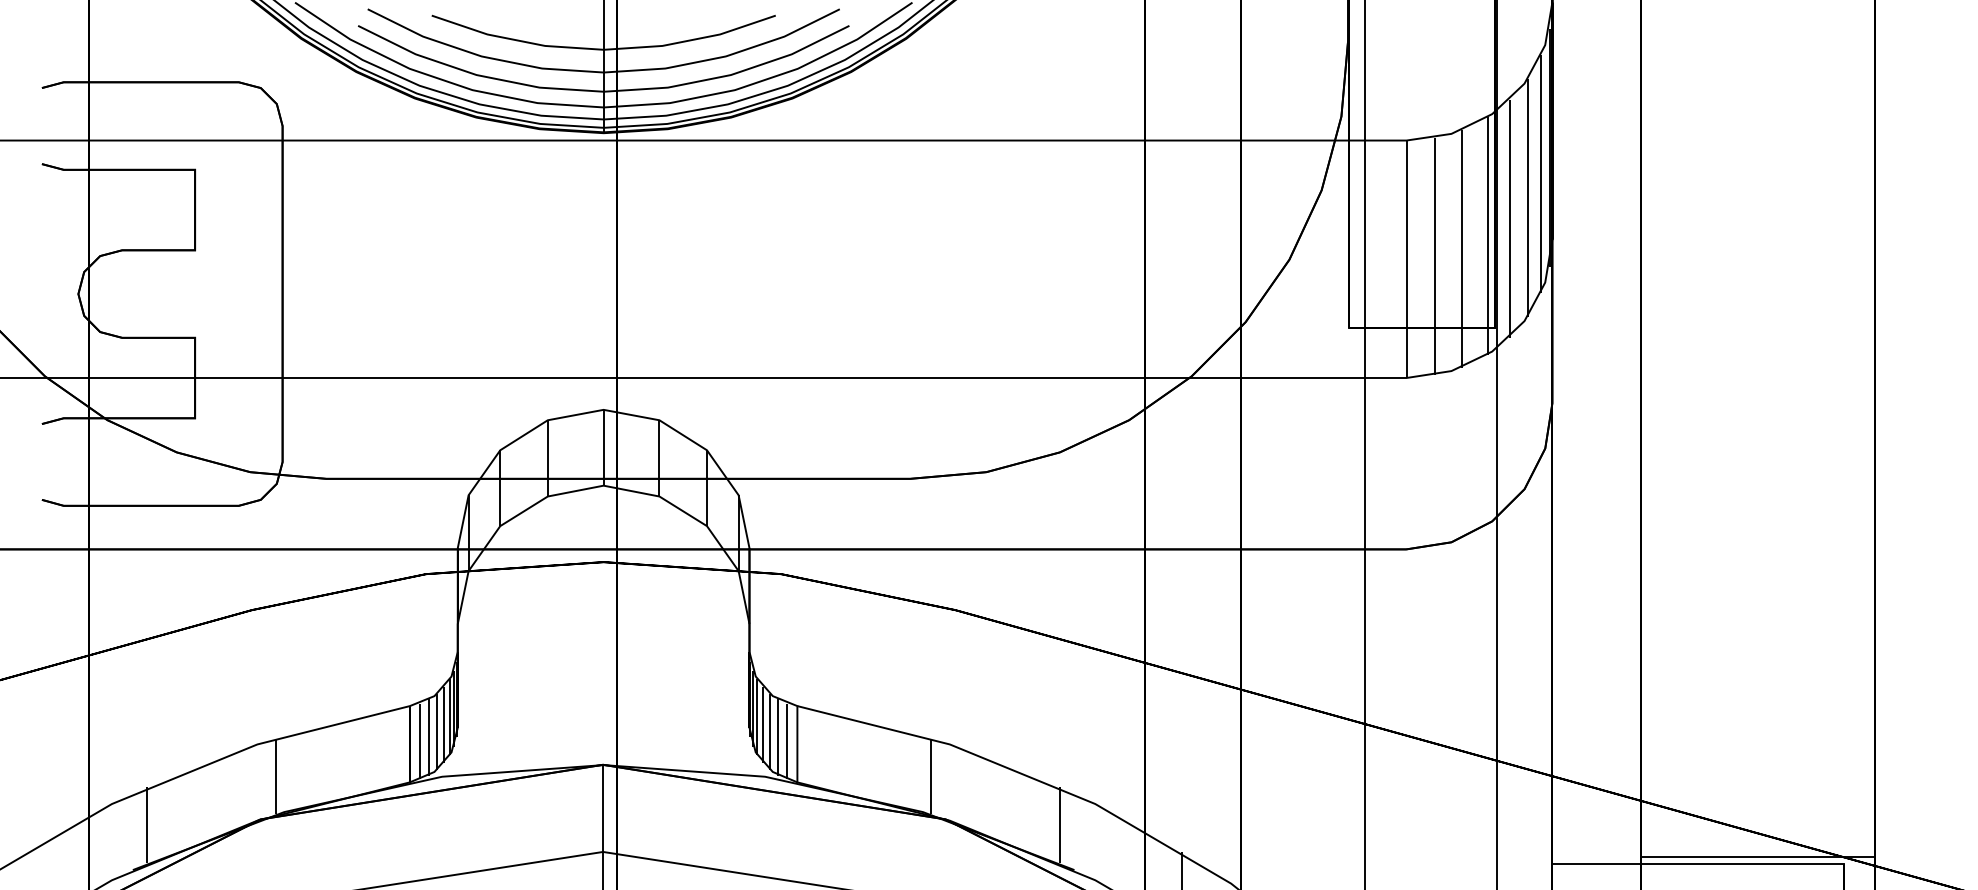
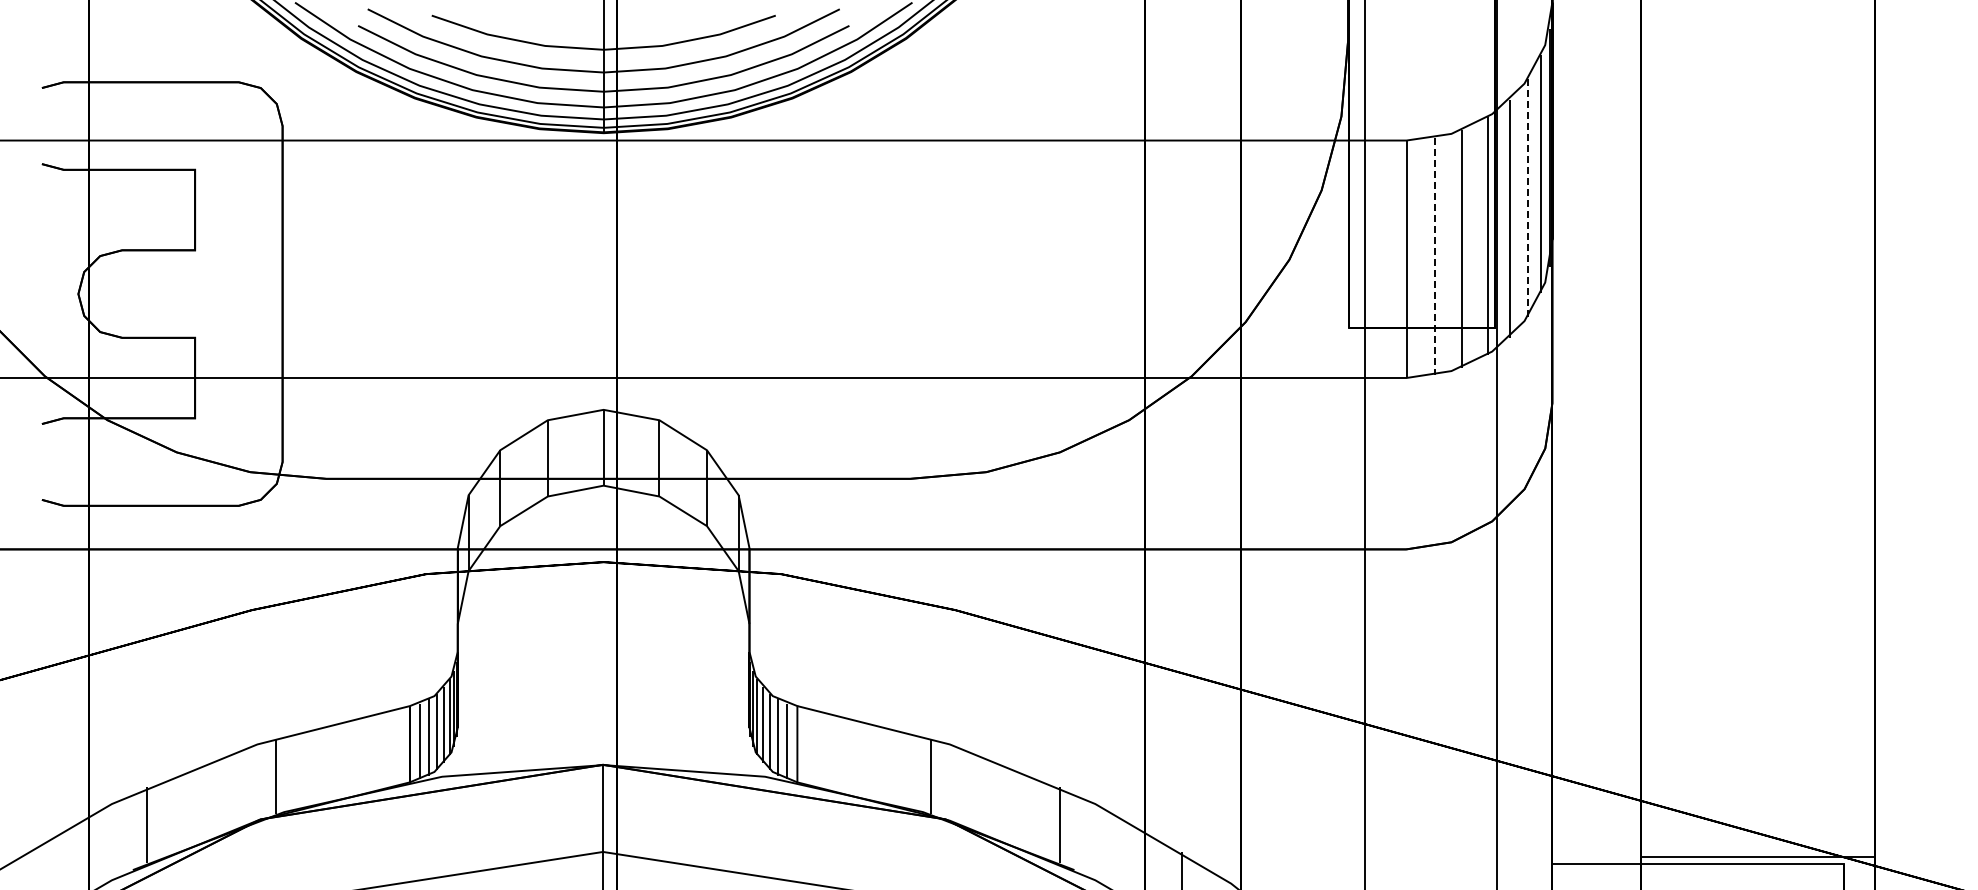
line at (1527, 197): solid -> dashed
line at (1434, 256): solid -> dashed
